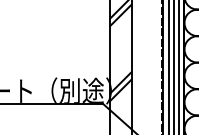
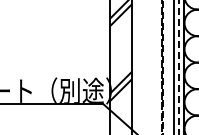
line at (168, 66): present -> none
line at (163, 67): solid -> dashed
line at (179, 67): solid -> dashed
